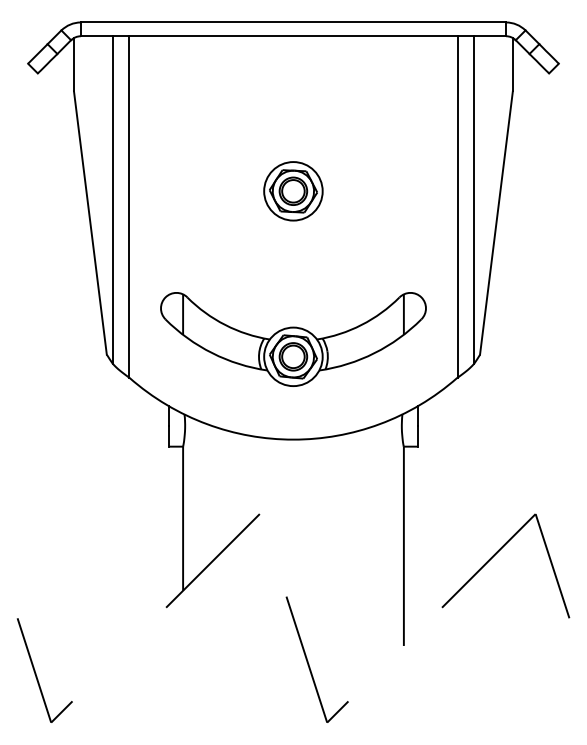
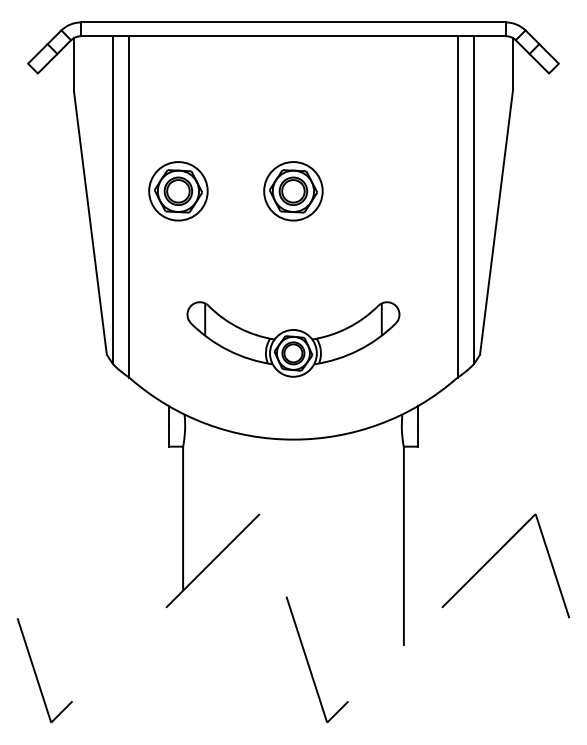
part at (178, 191): none -> present
part at (293, 339) size: 267x95 px -> 215x77 px
